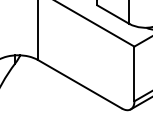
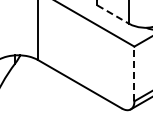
line at (113, 14): solid -> dashed
line at (134, 73): solid -> dashed
